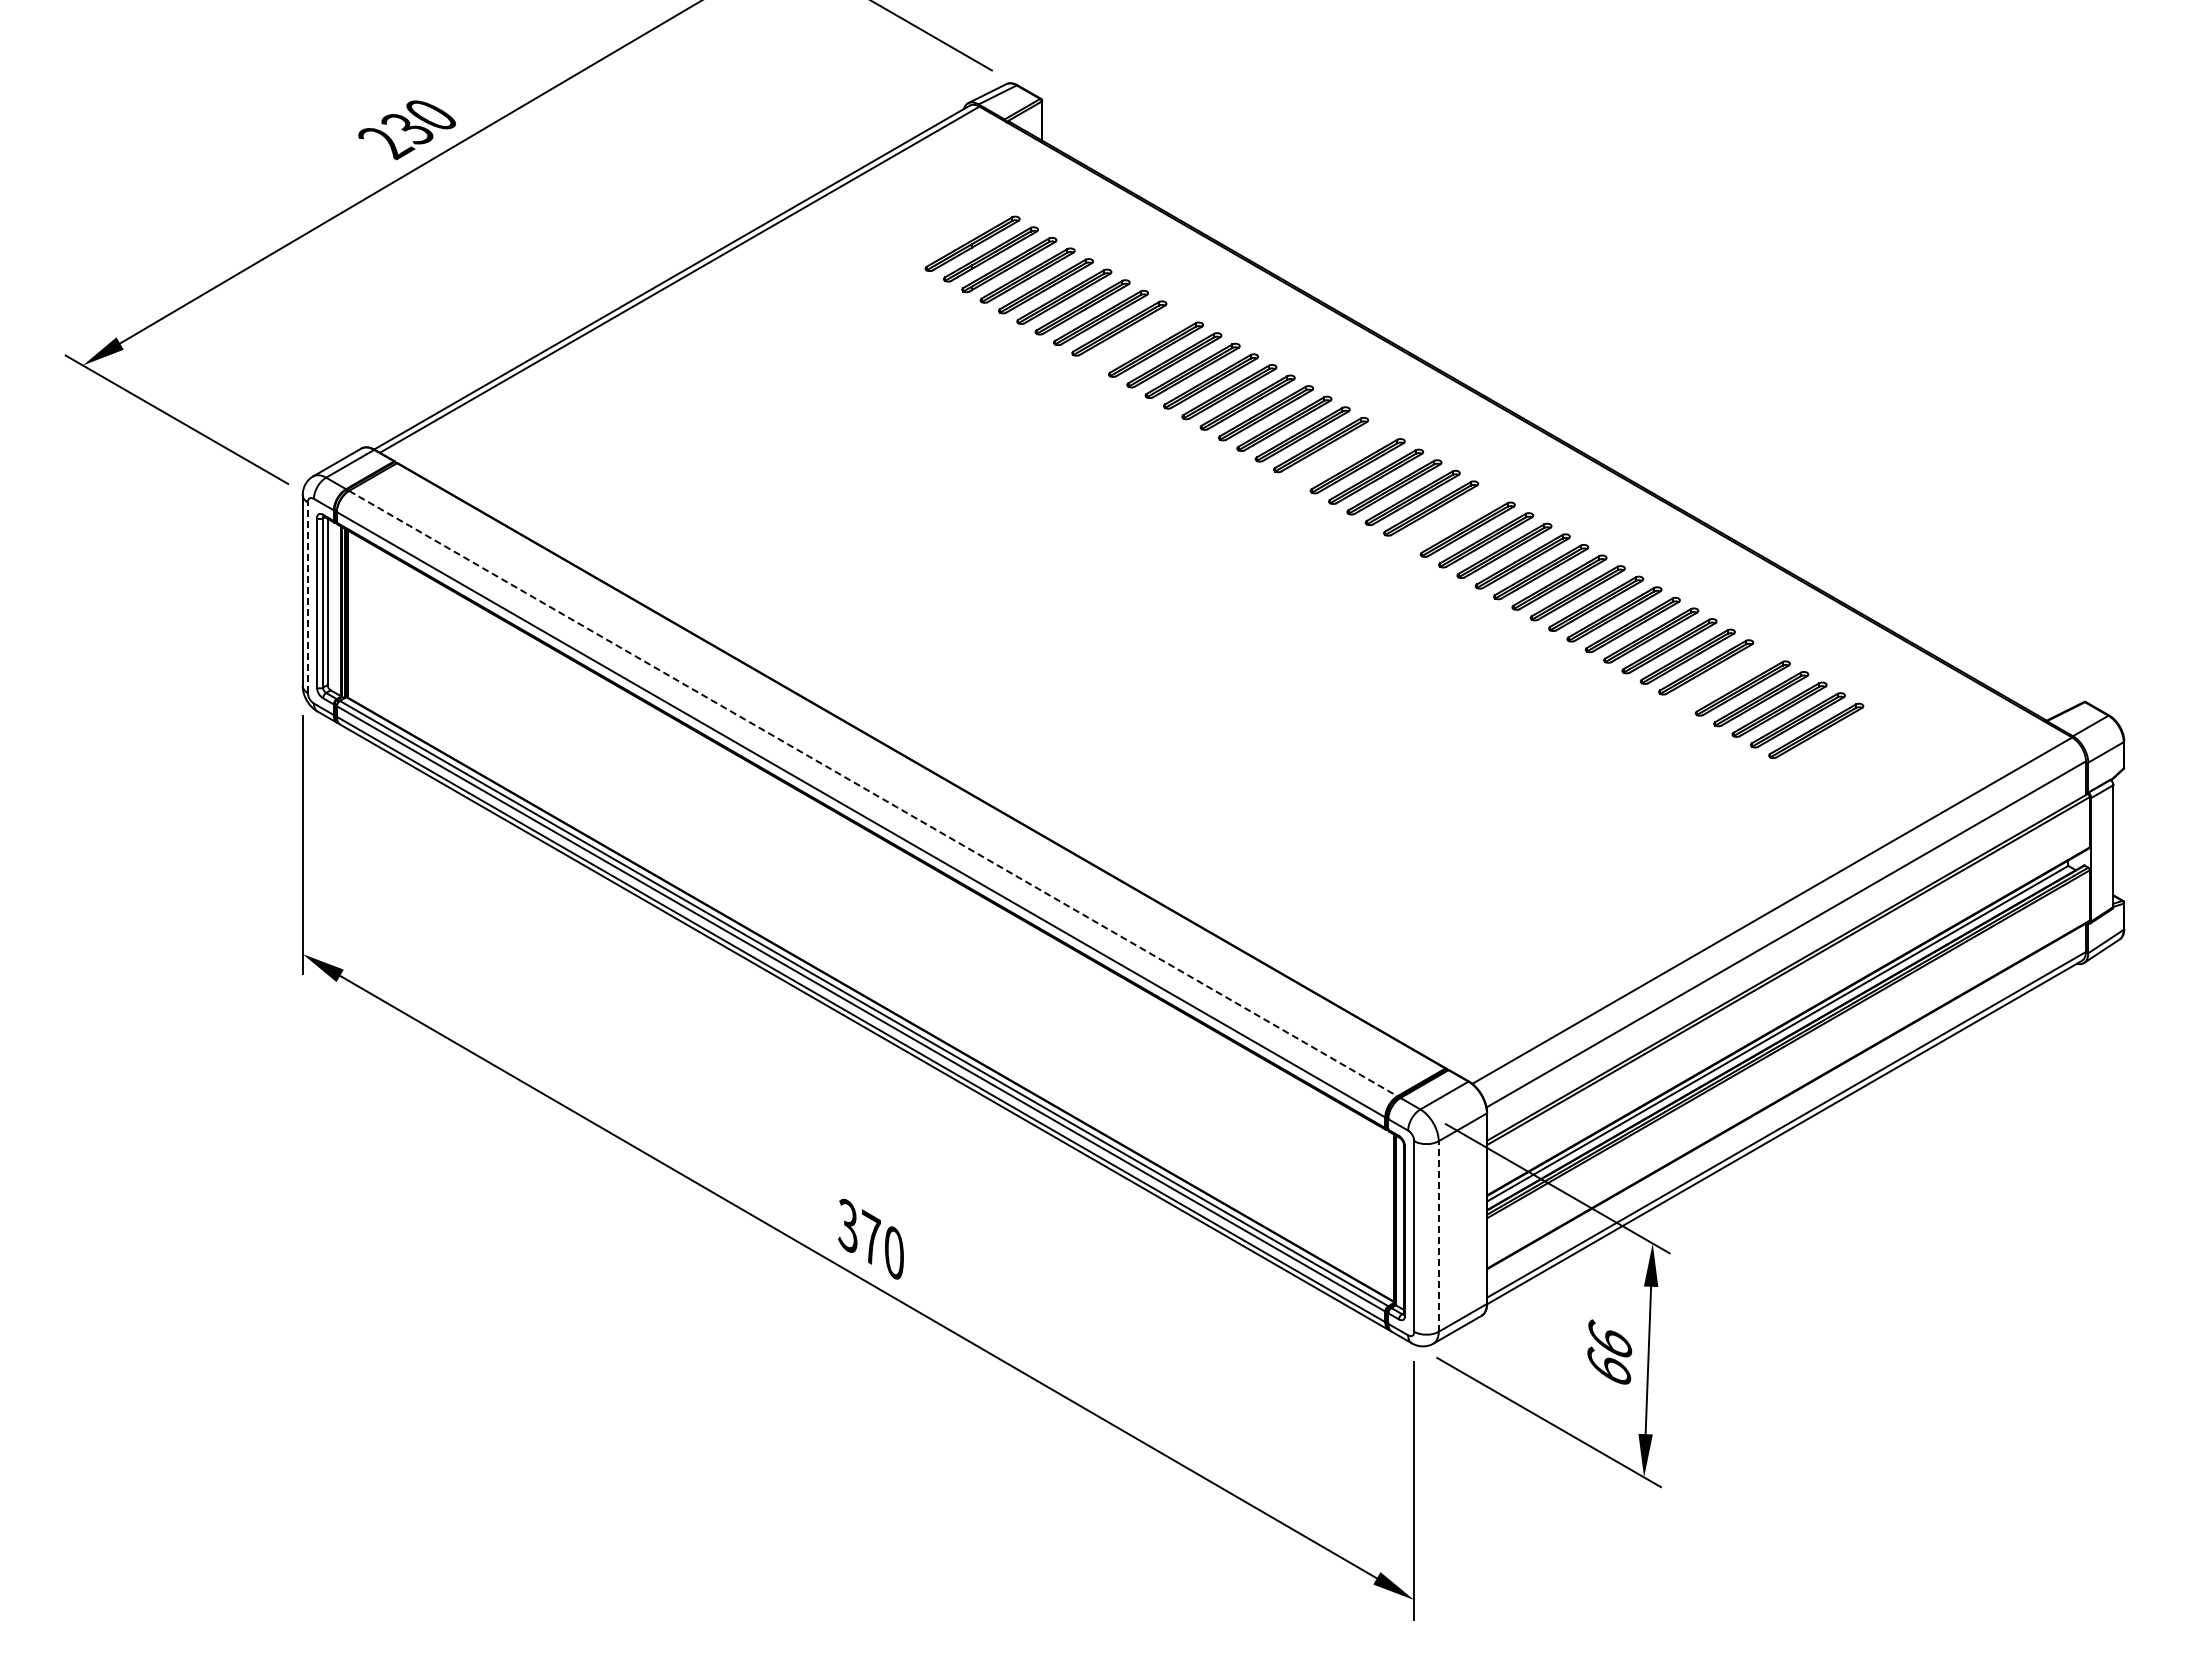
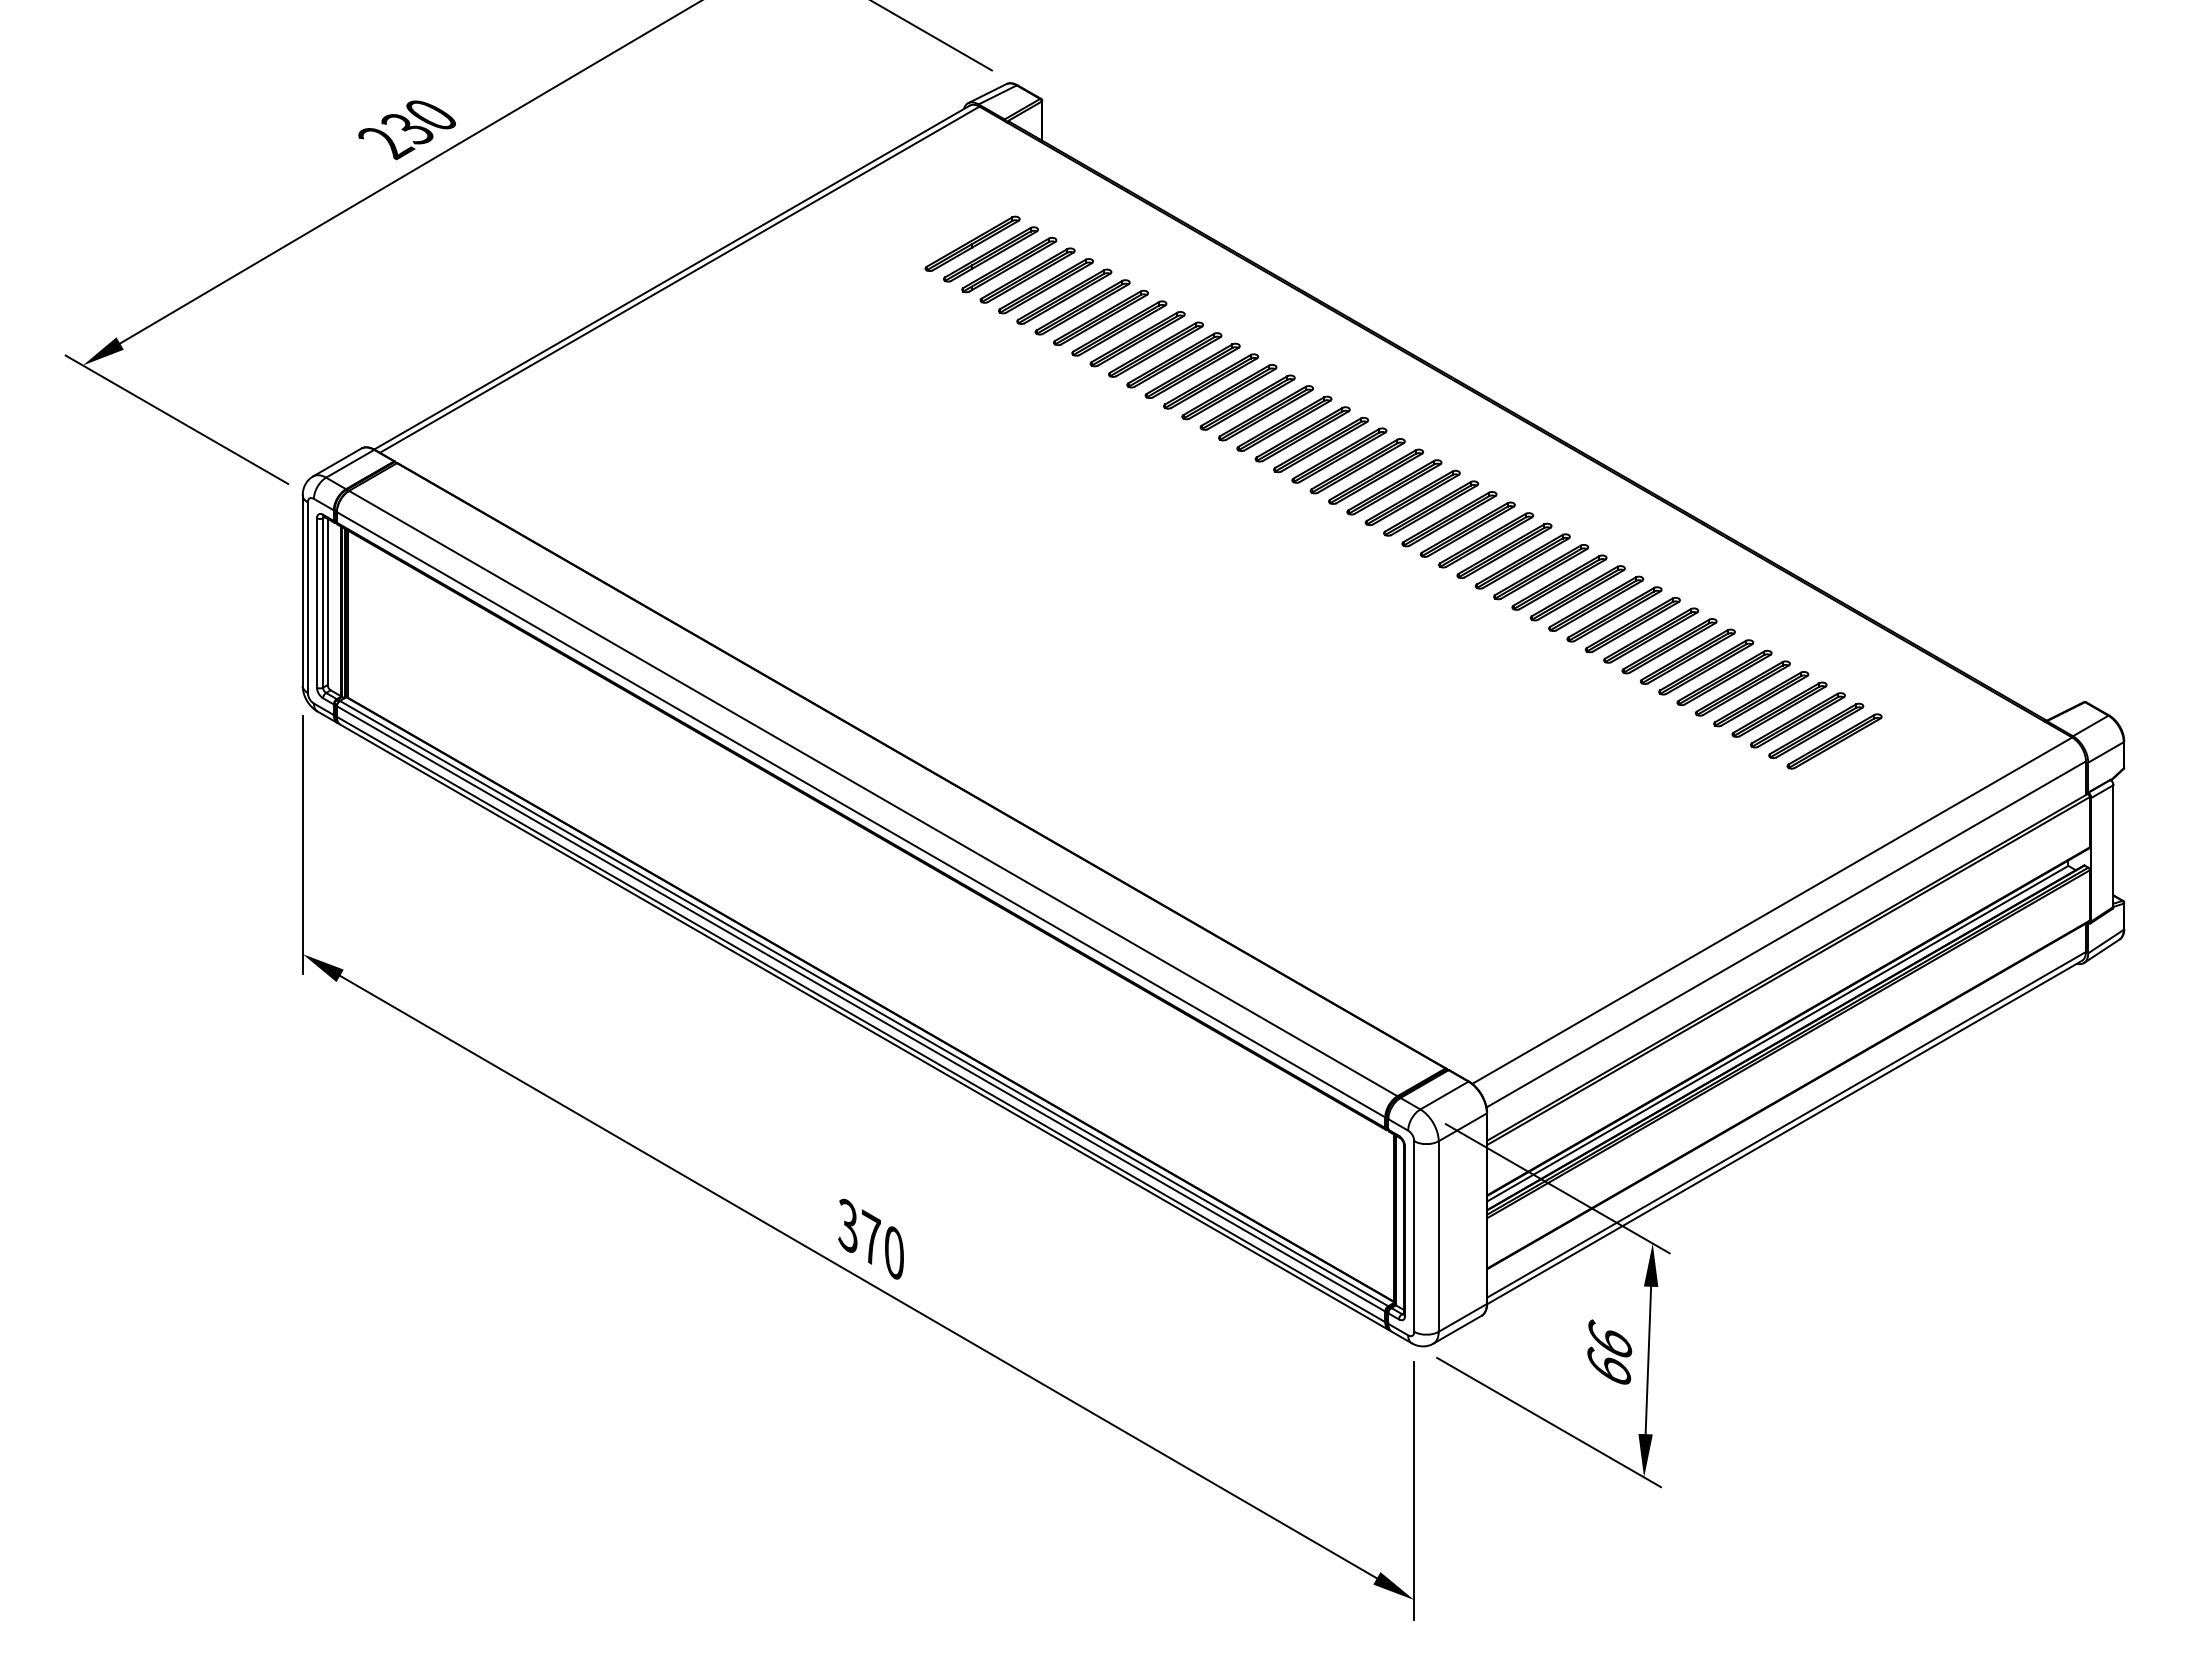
part at (1137, 339): none -> present
part at (1339, 455): none -> present
part at (1449, 519): none -> present
line at (307, 597): dashed -> solid
part at (1724, 677): none -> present
part at (1834, 741): none -> present
line at (873, 793): dashed -> solid
line at (1438, 1236): dashed -> solid
